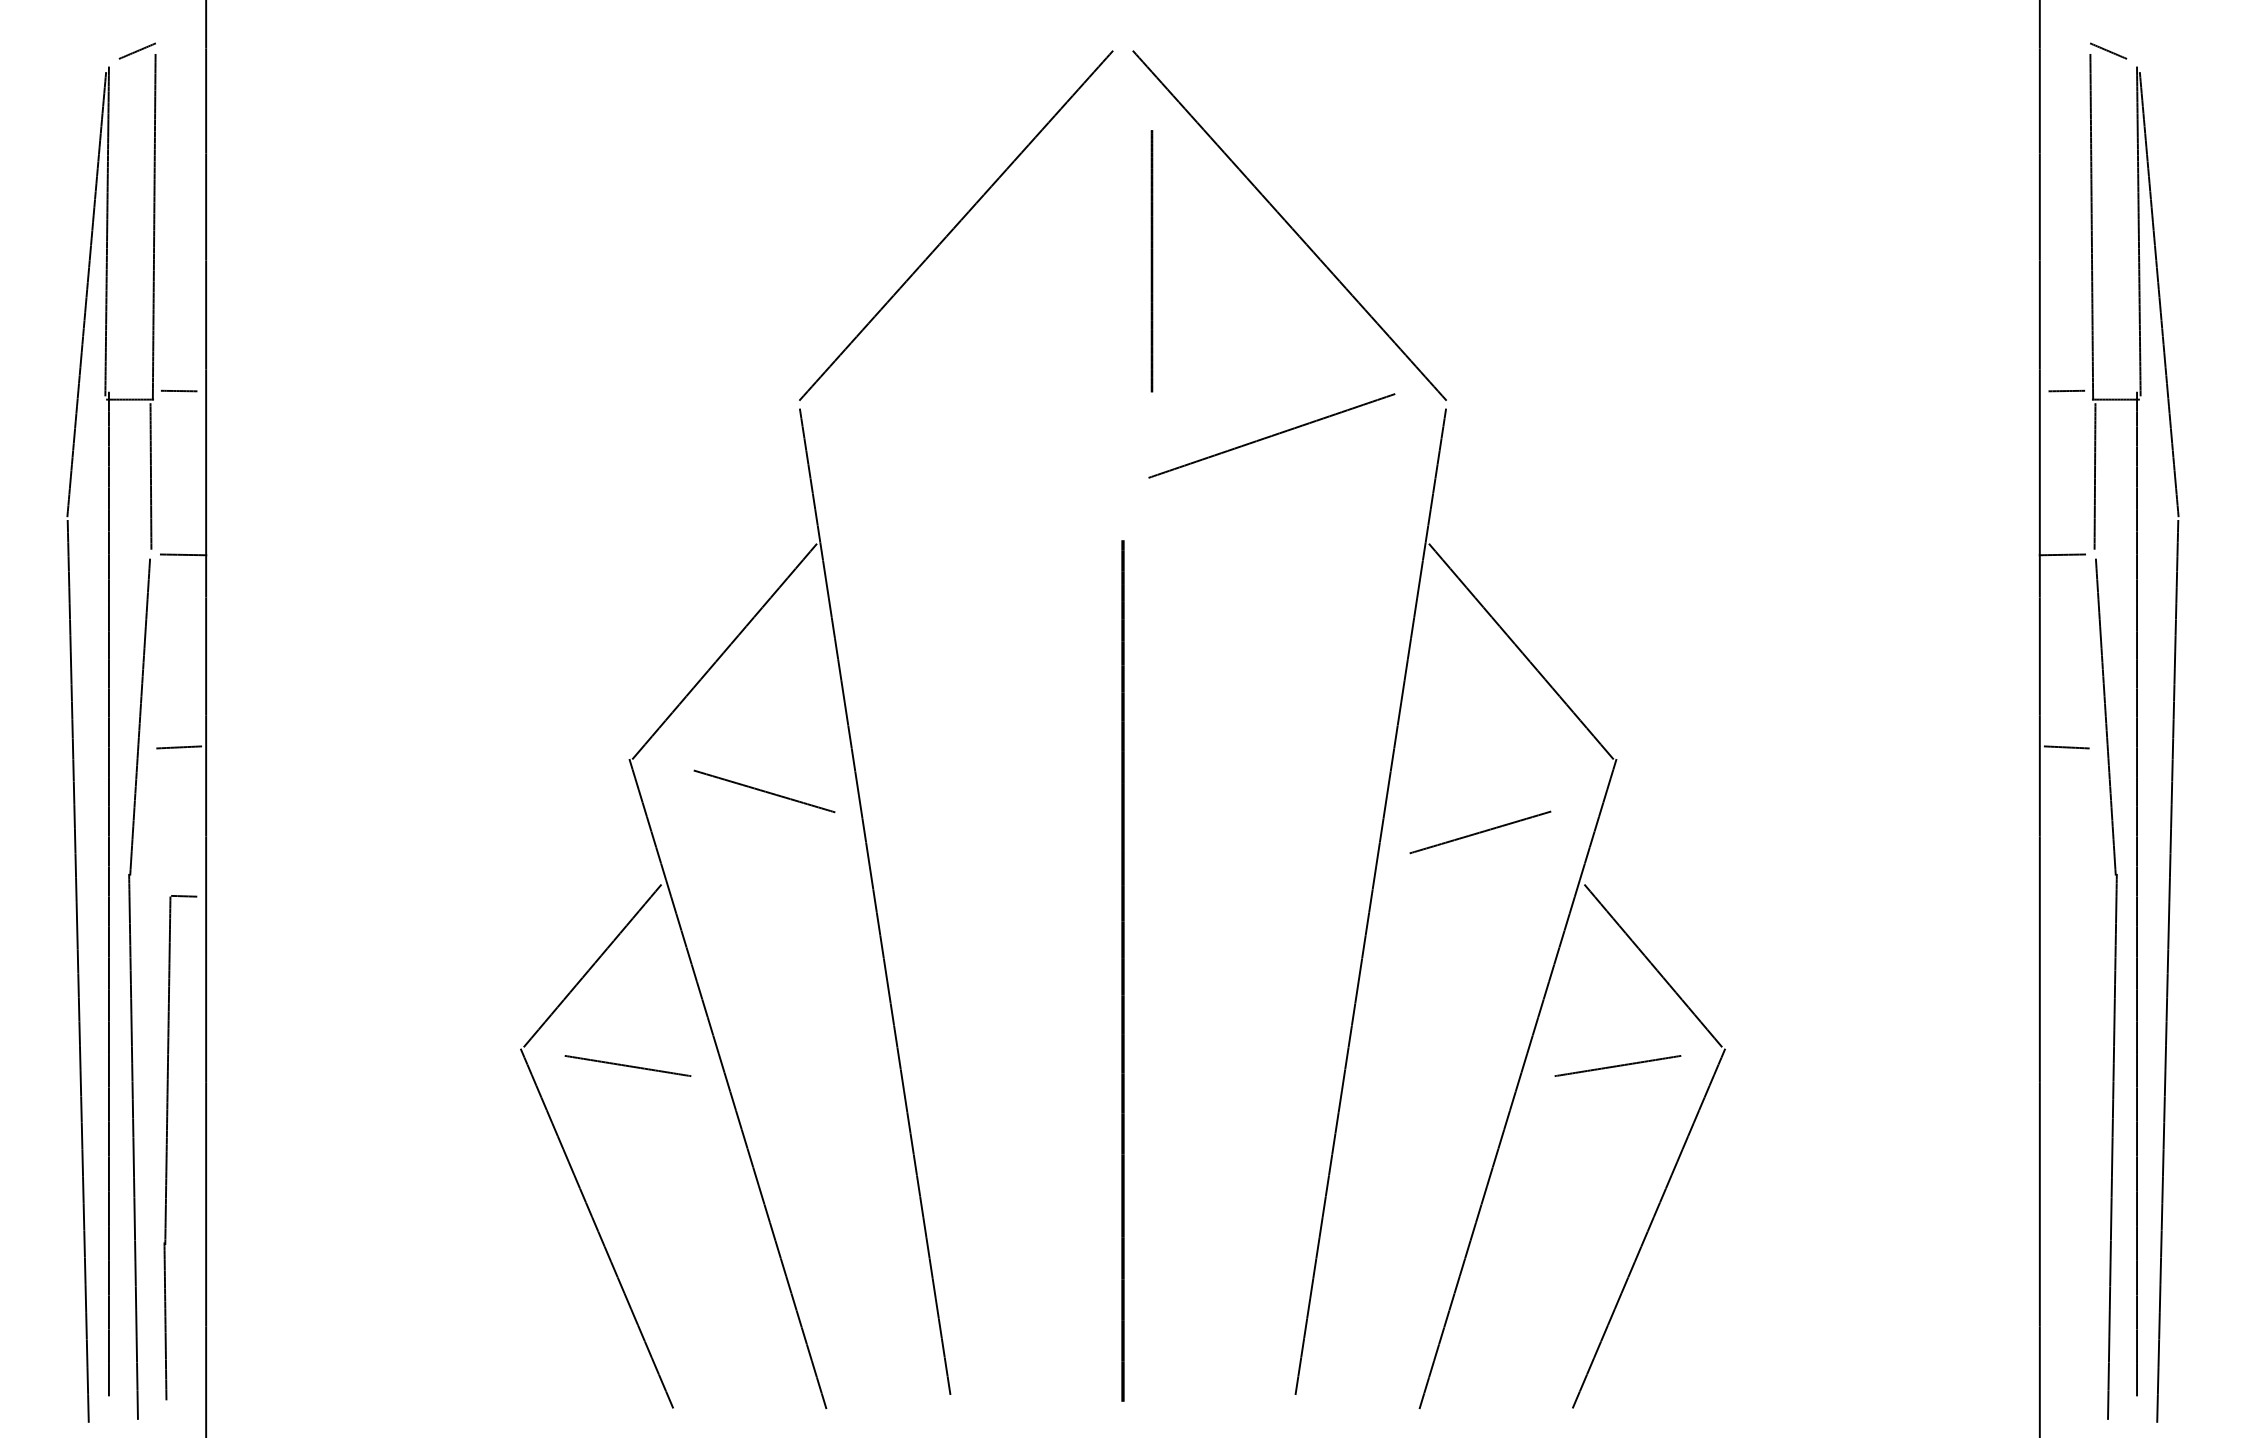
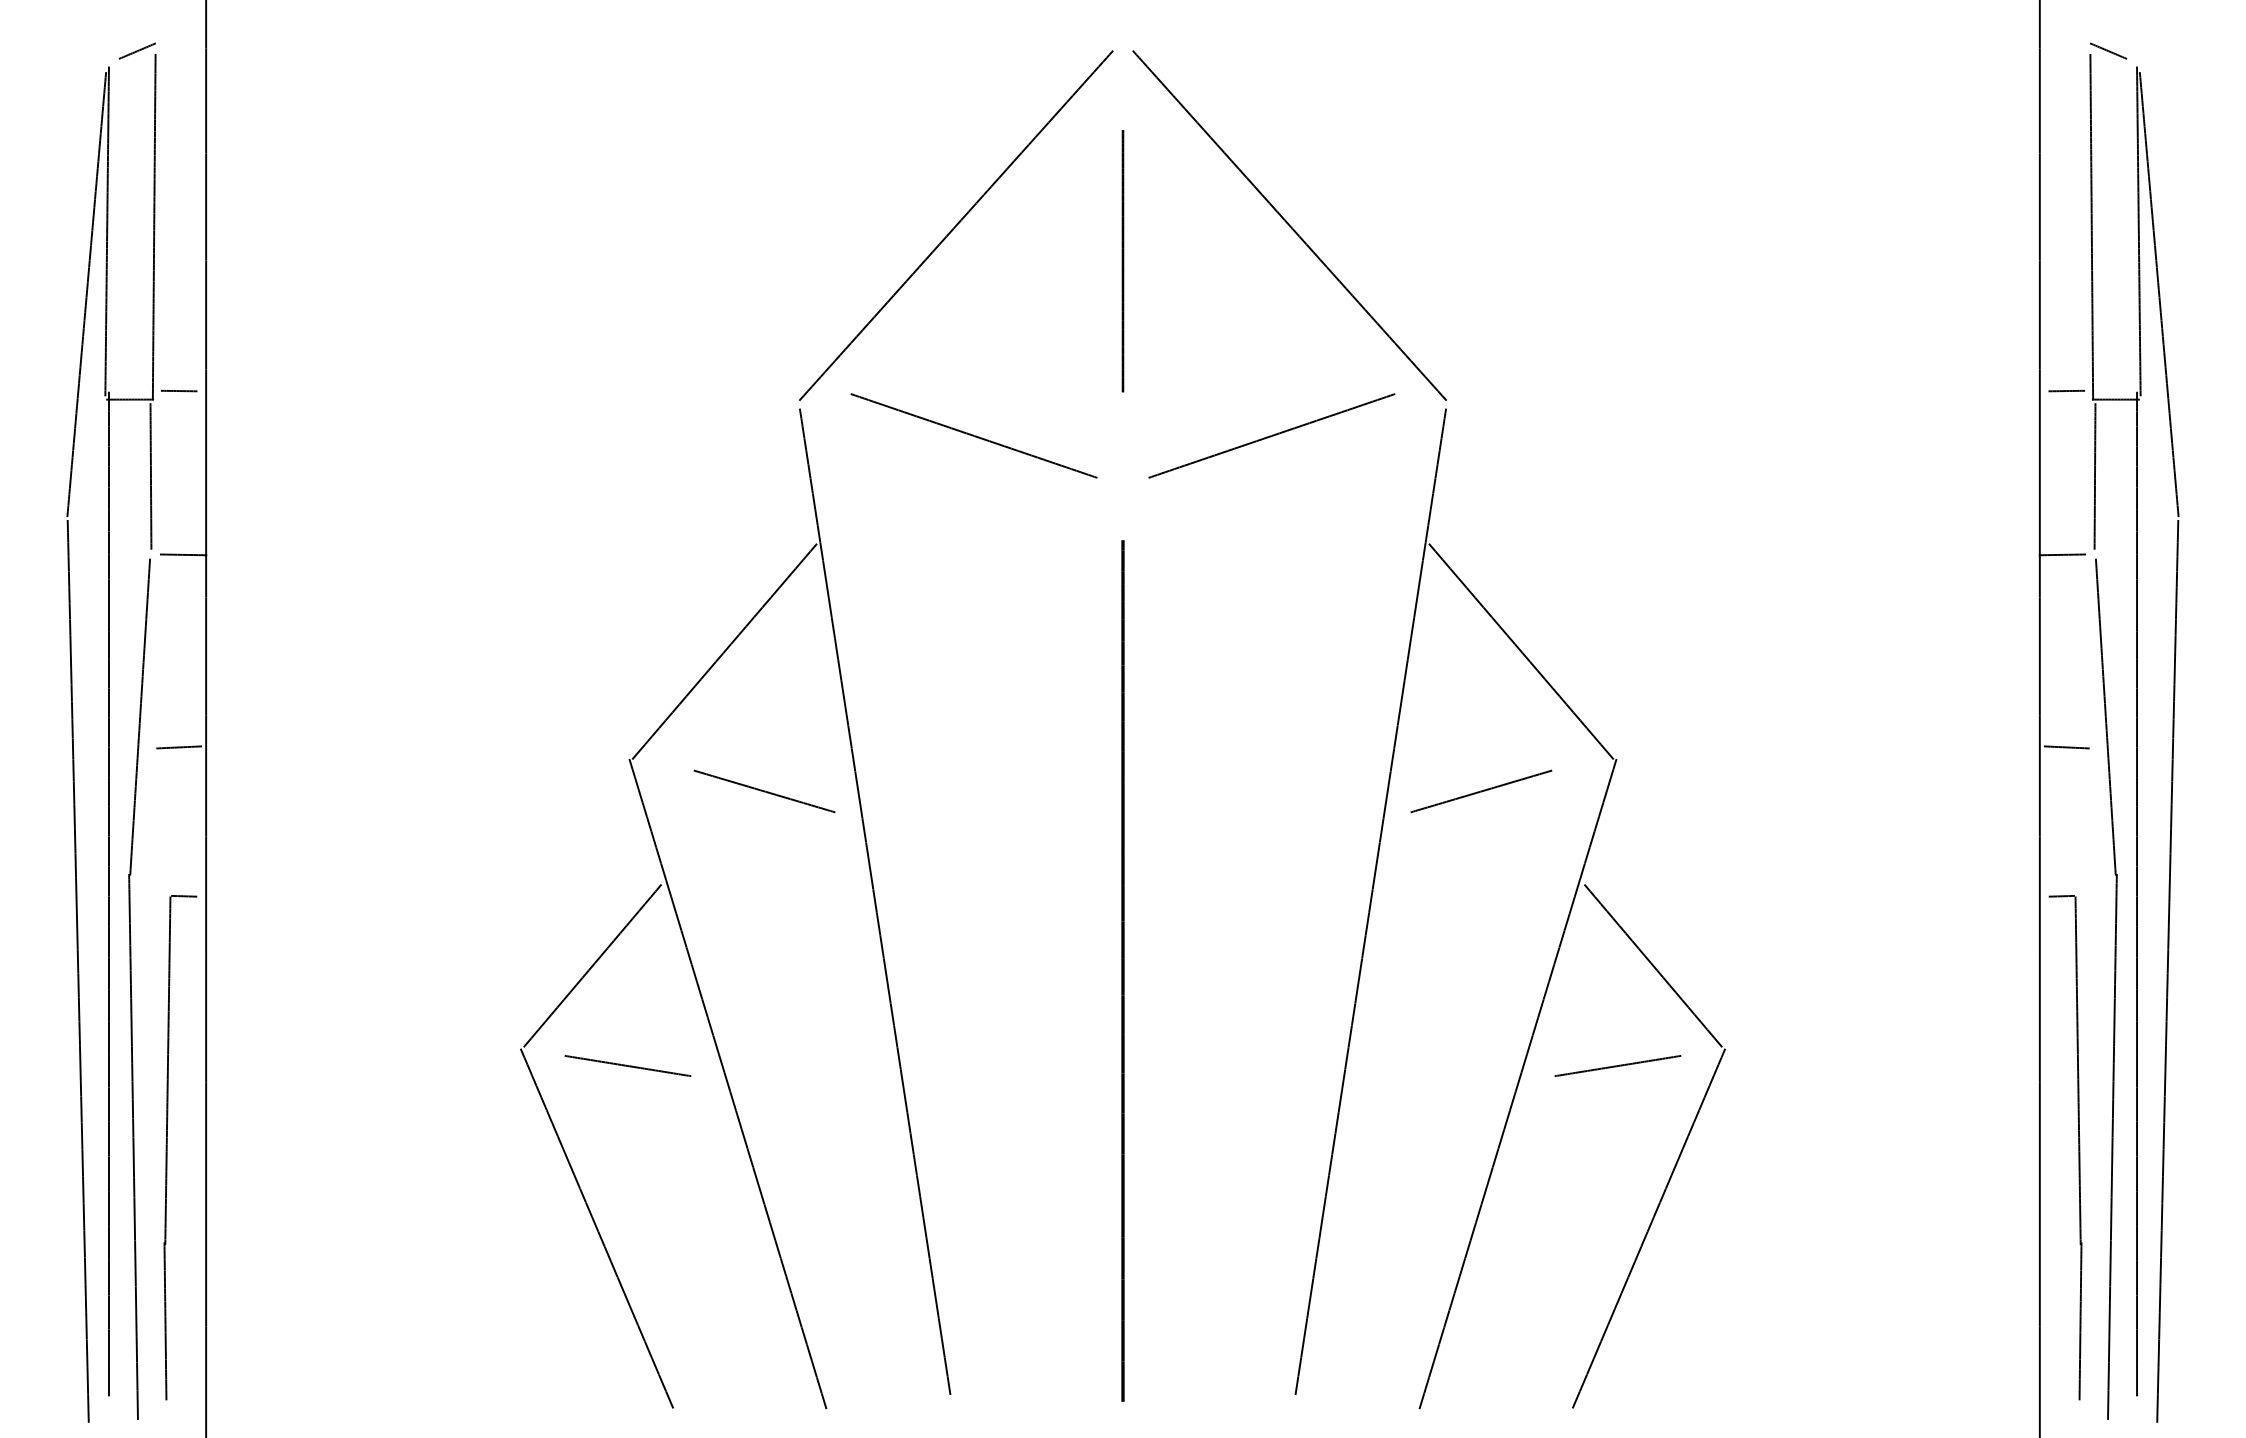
line at (1151, 261) position: (1151, 261) -> (1122, 261)
line at (973, 435): none -> present
line at (1480, 832) position: (1480, 832) -> (1481, 791)
part at (2078, 1147): none -> present
